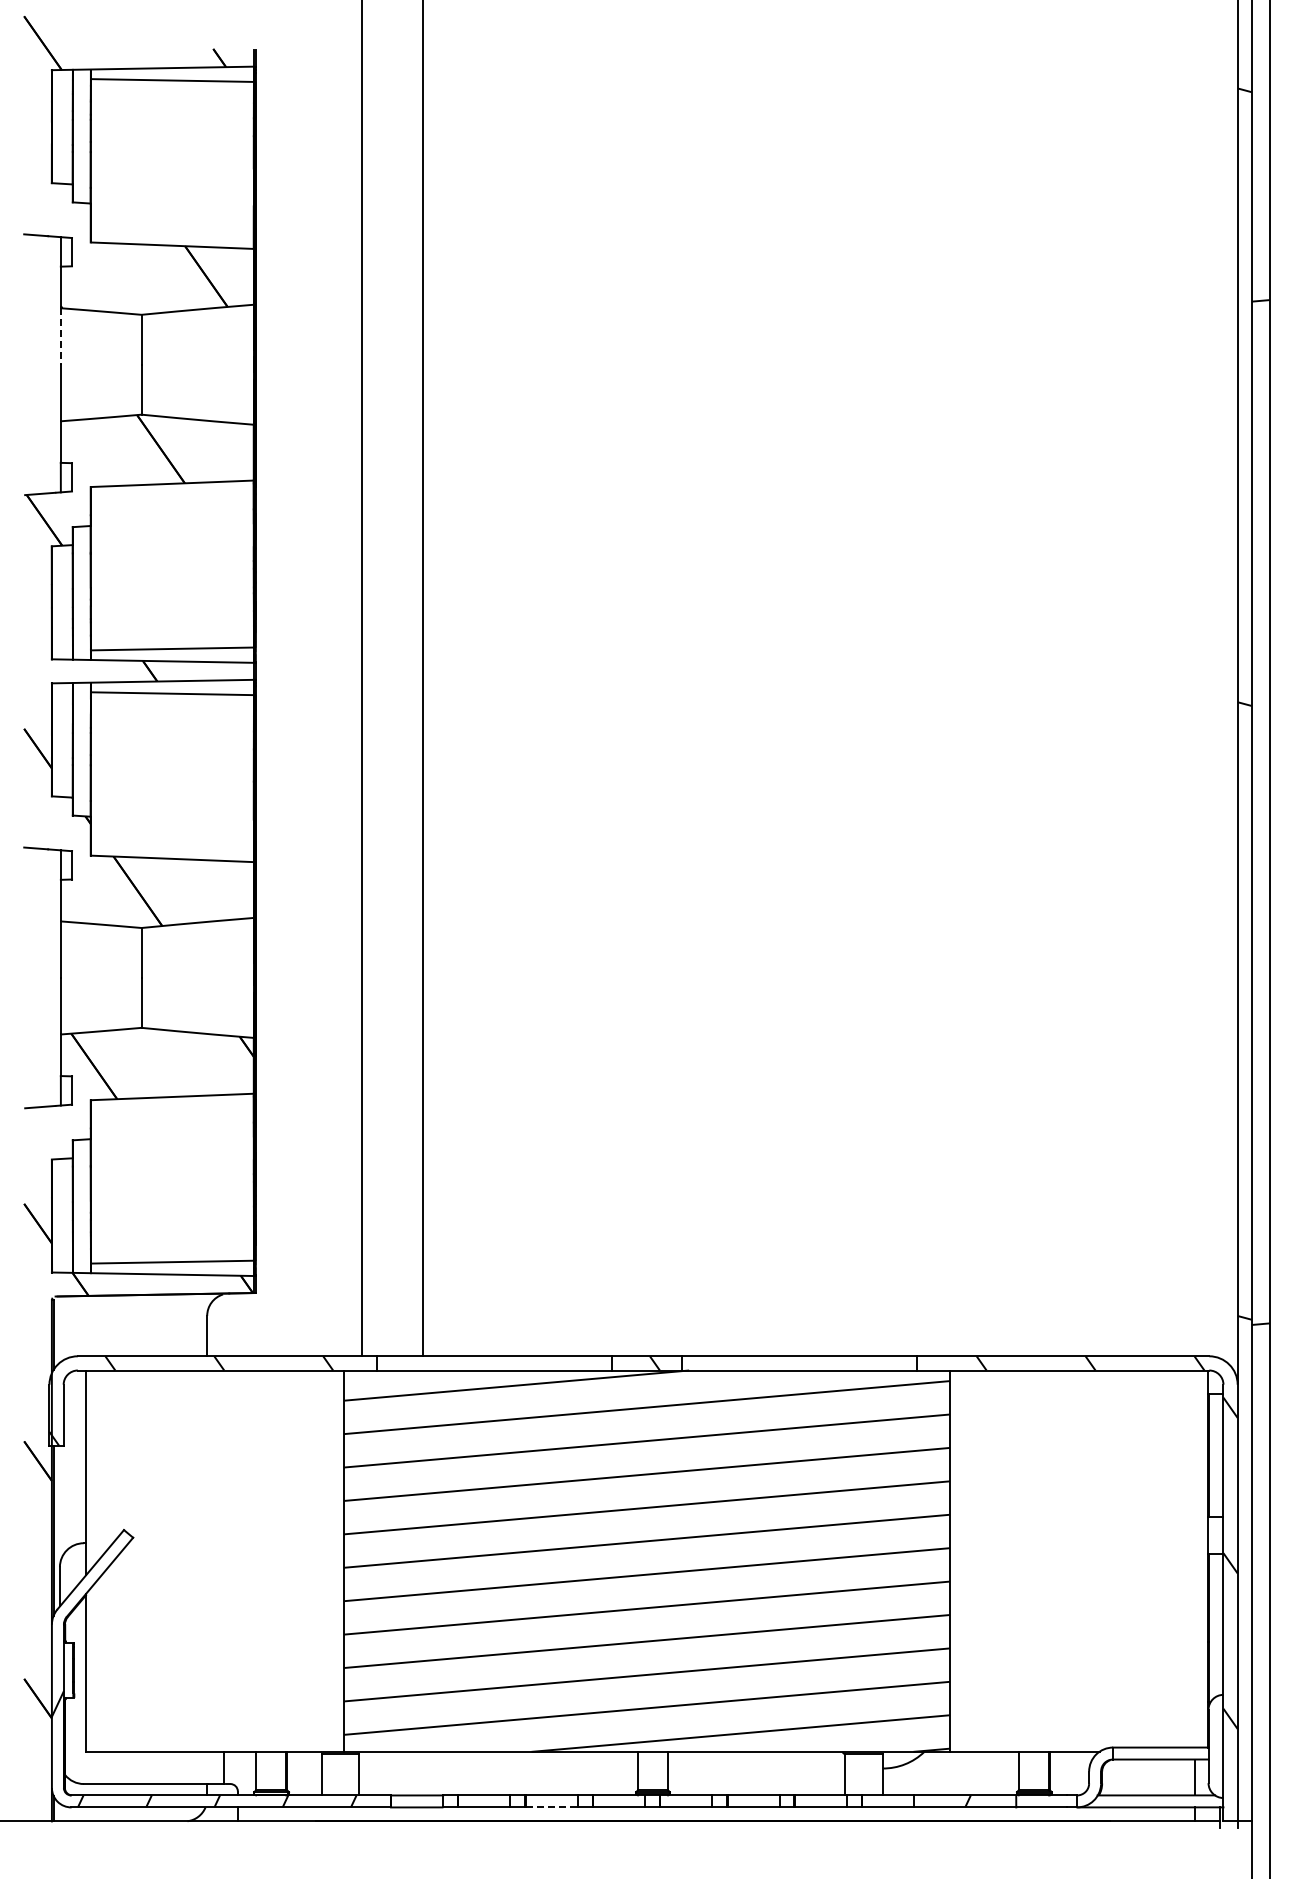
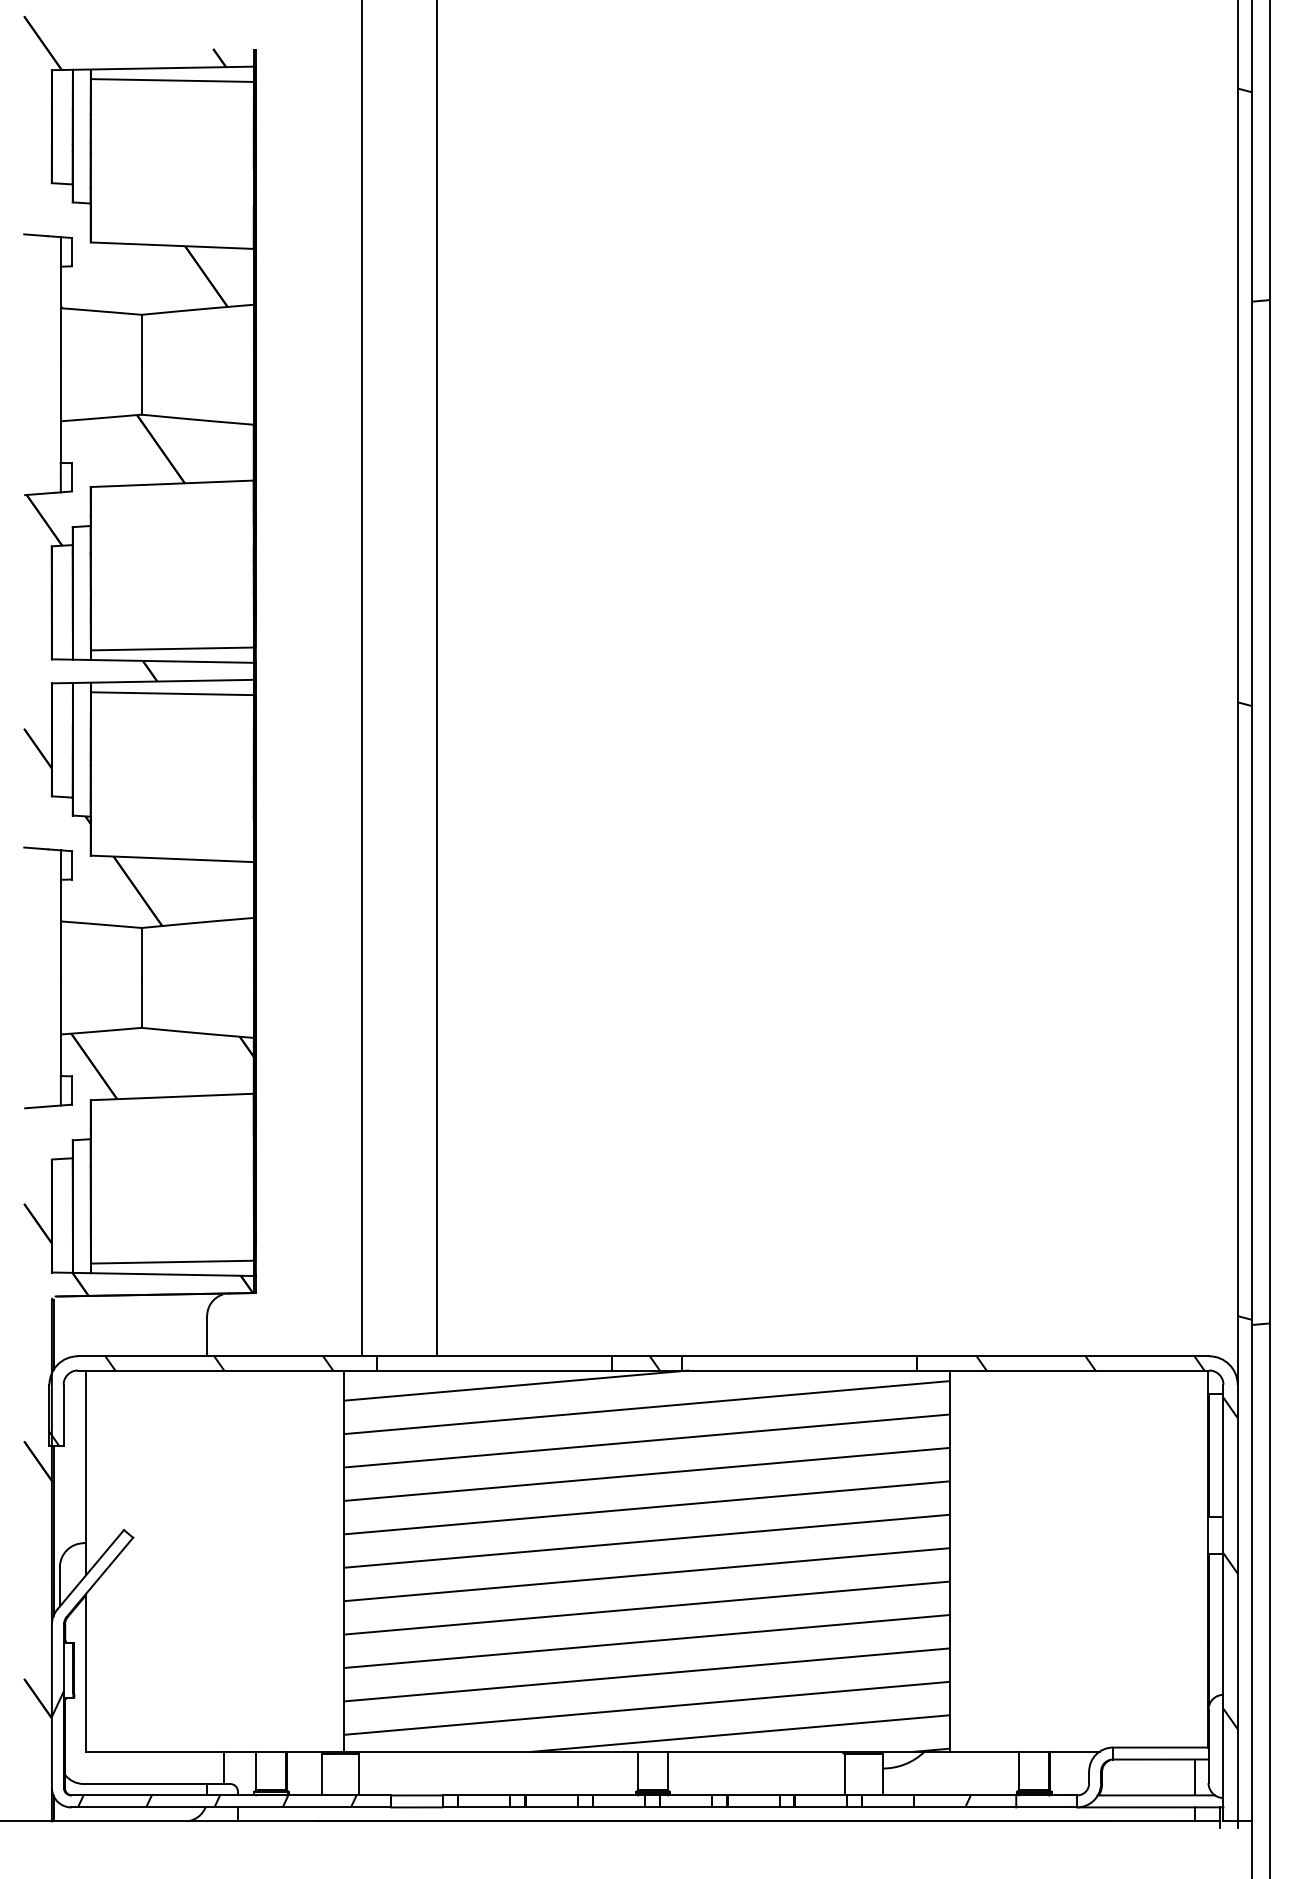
line at (61, 337): dashed -> solid
line at (423, 679) position: (423, 679) -> (437, 679)
line at (551, 1807): dashed -> solid
